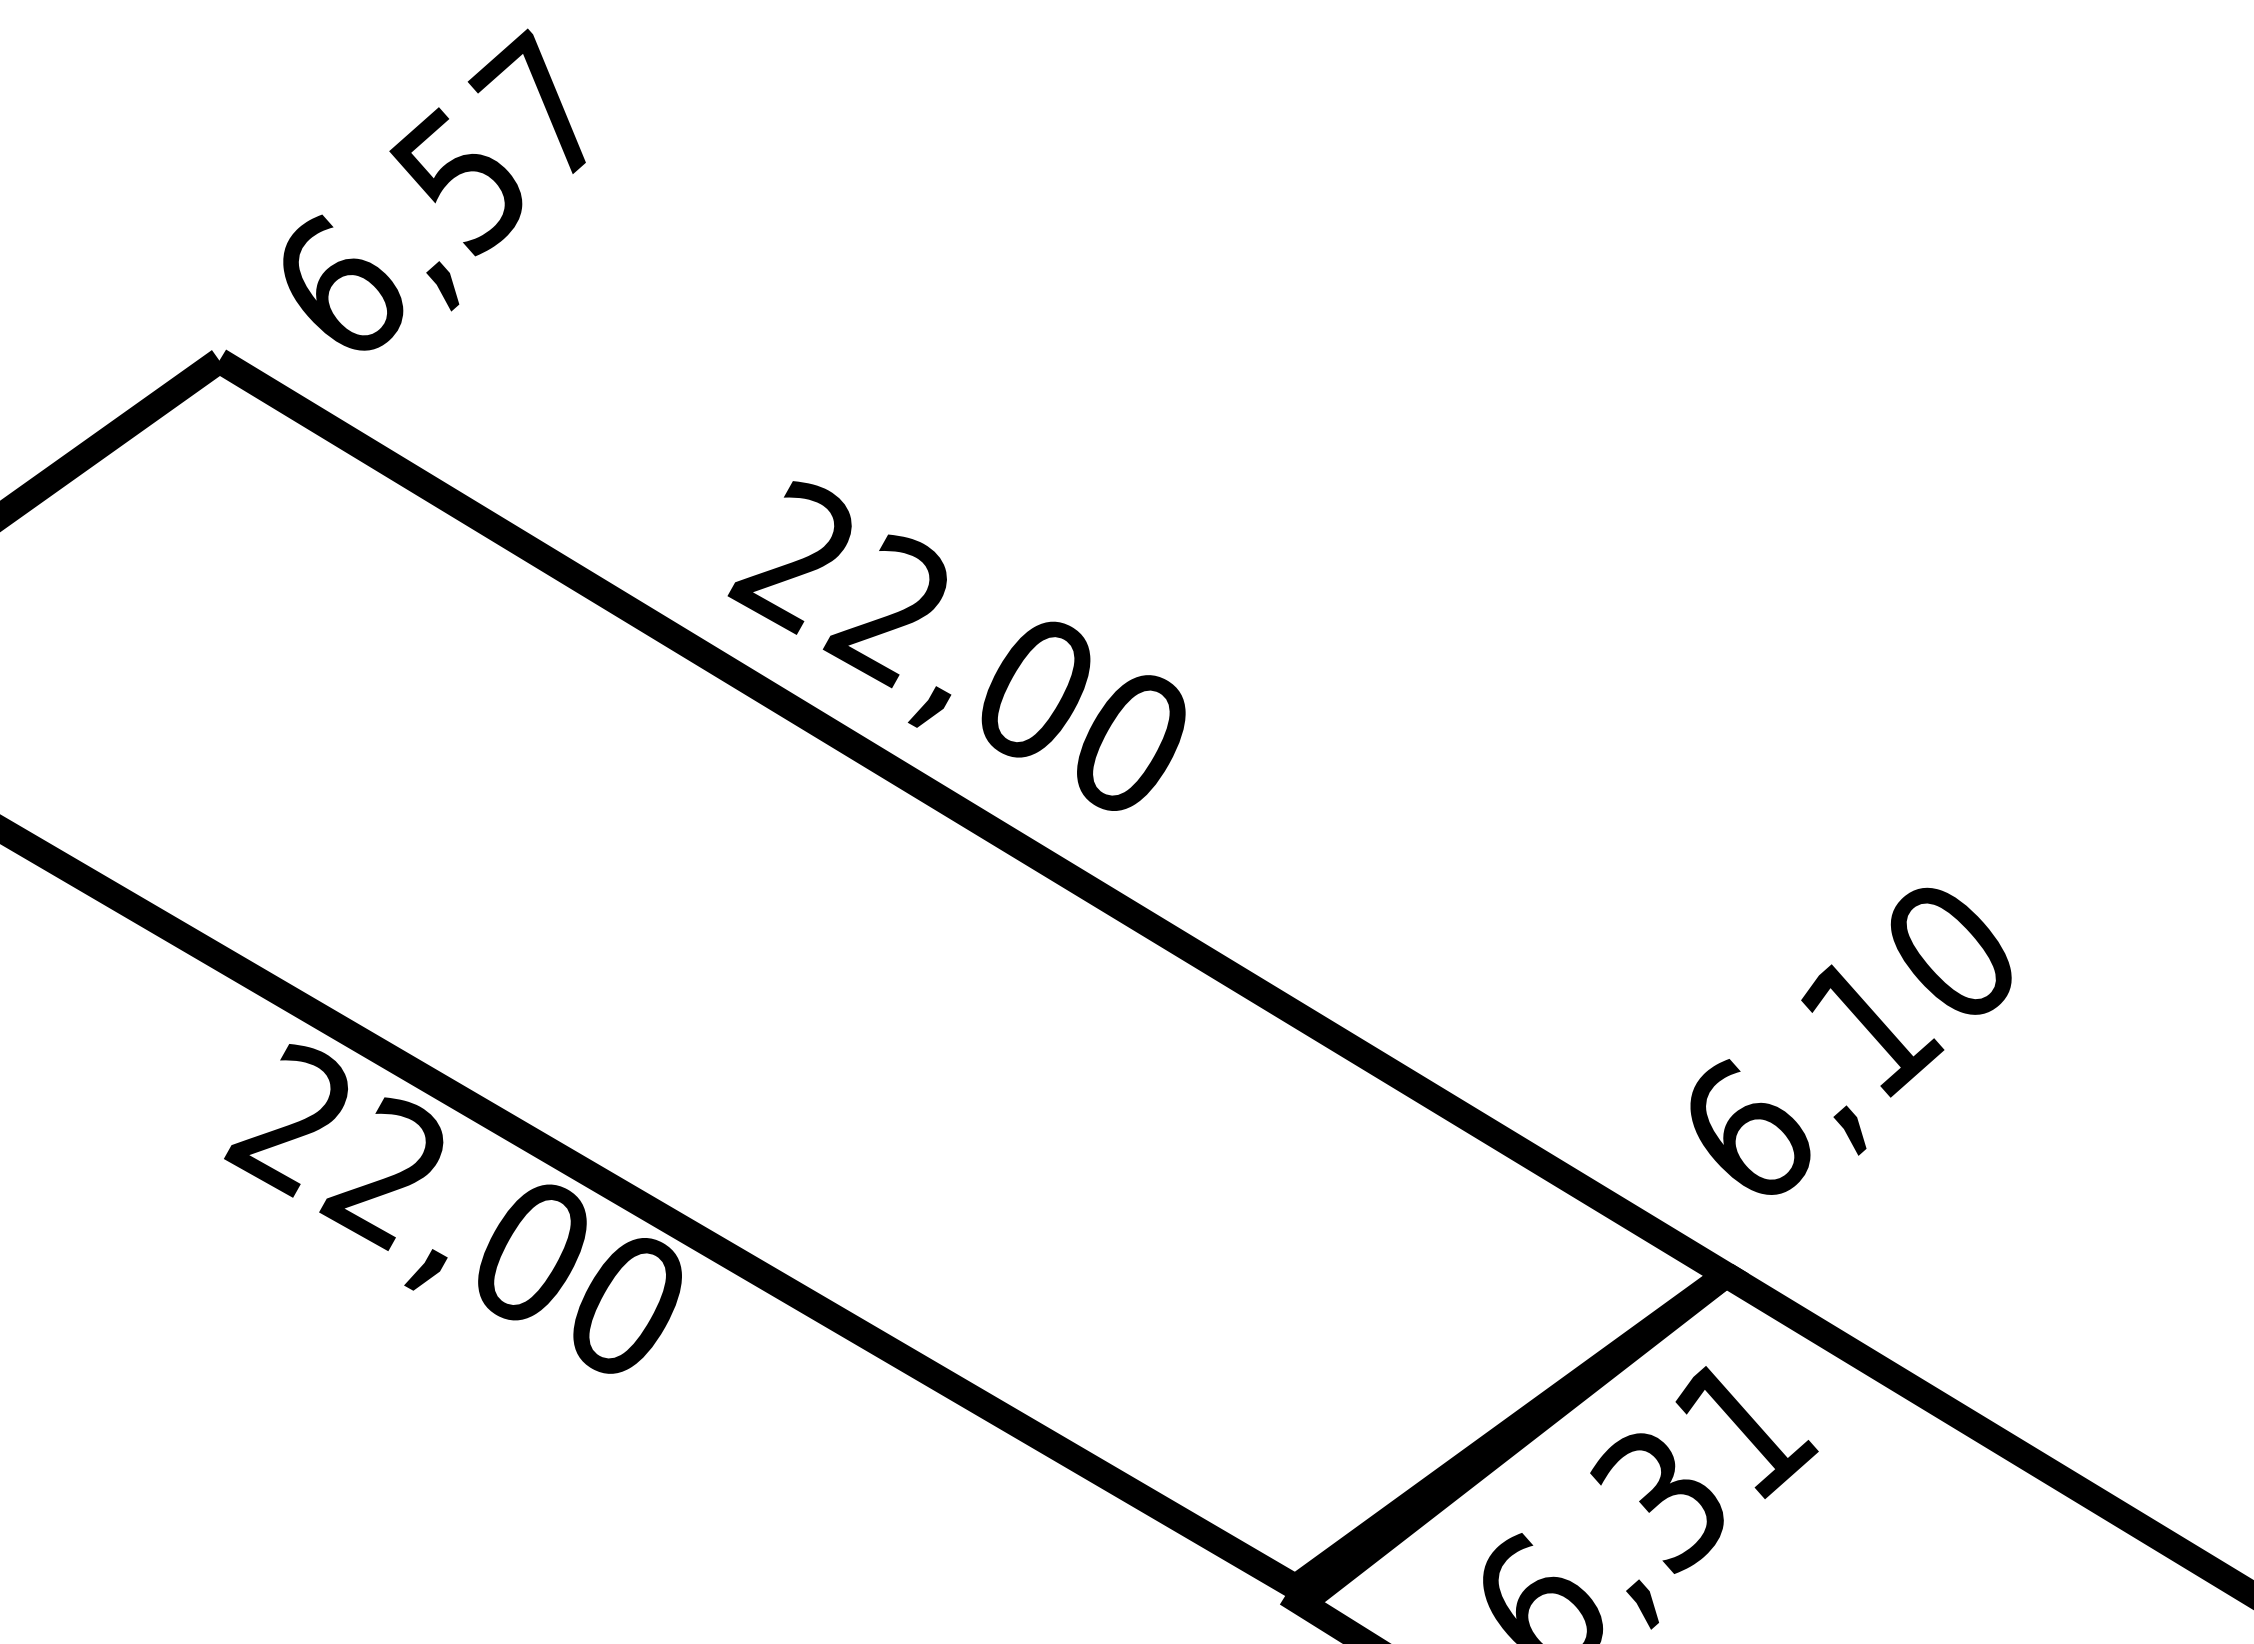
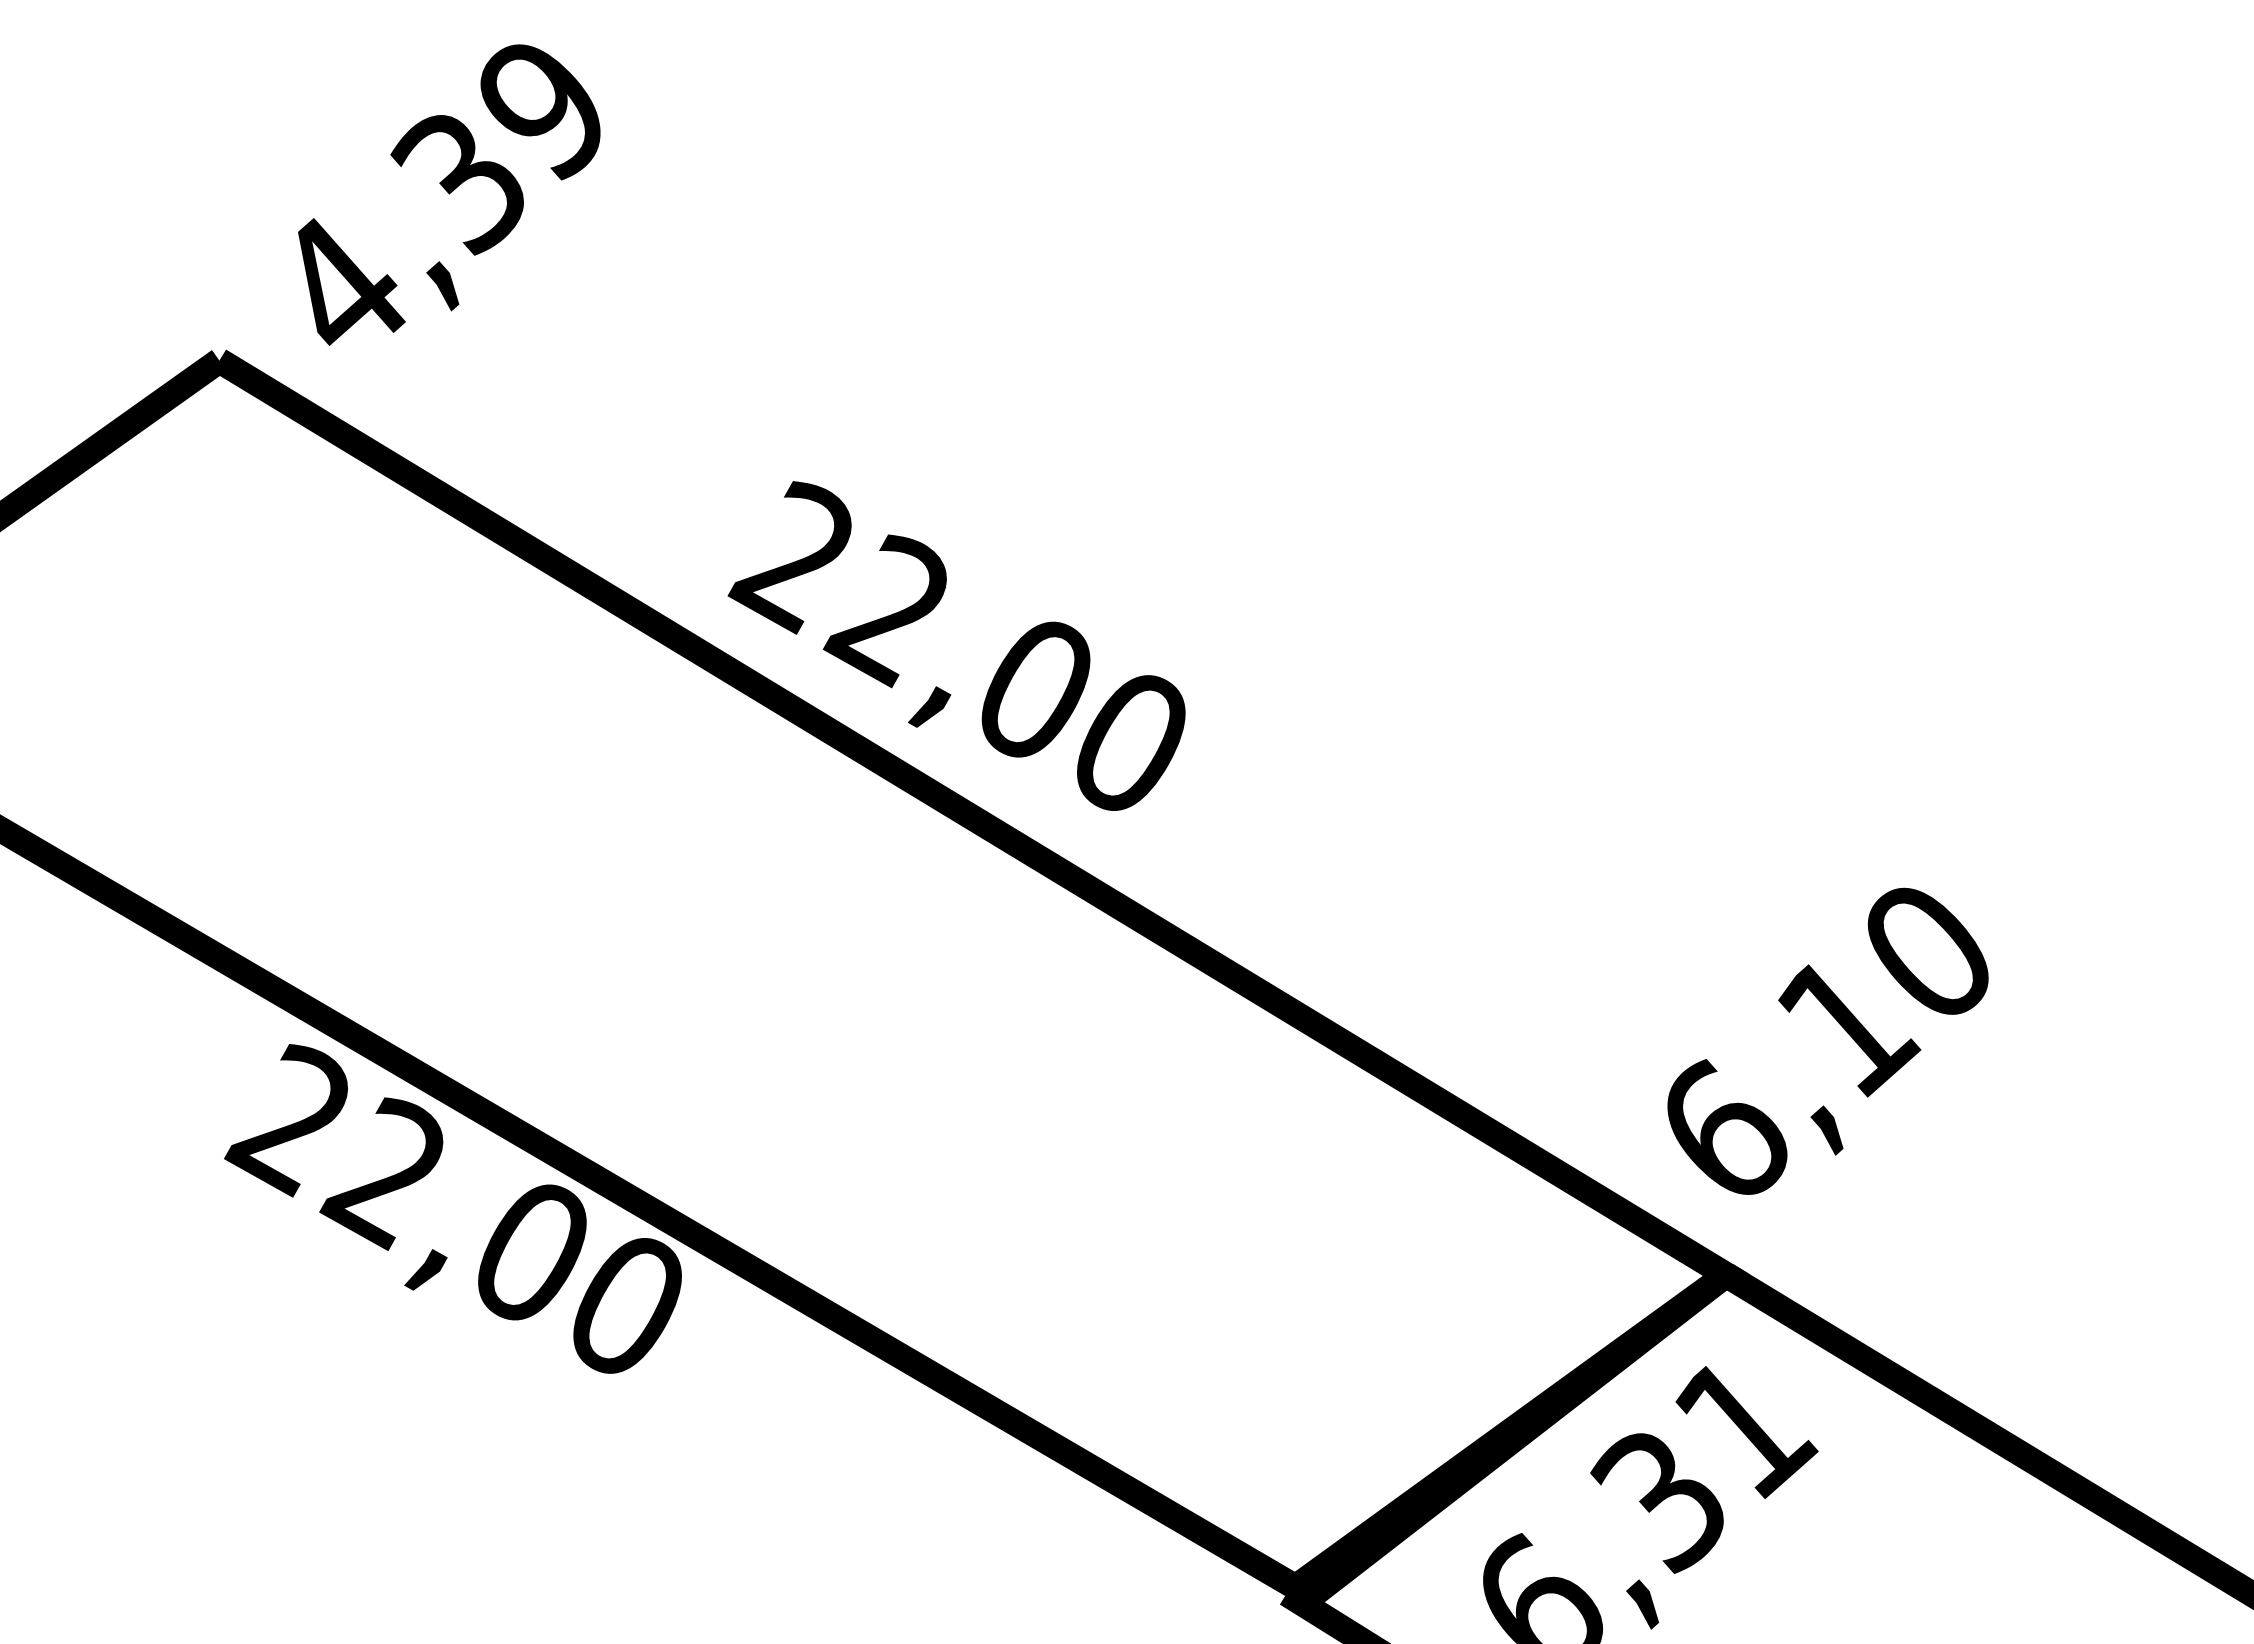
text at (441, 189): 6,57 -> 4,39
text at (1850, 1040) position: (1850, 1040) -> (1827, 1040)
